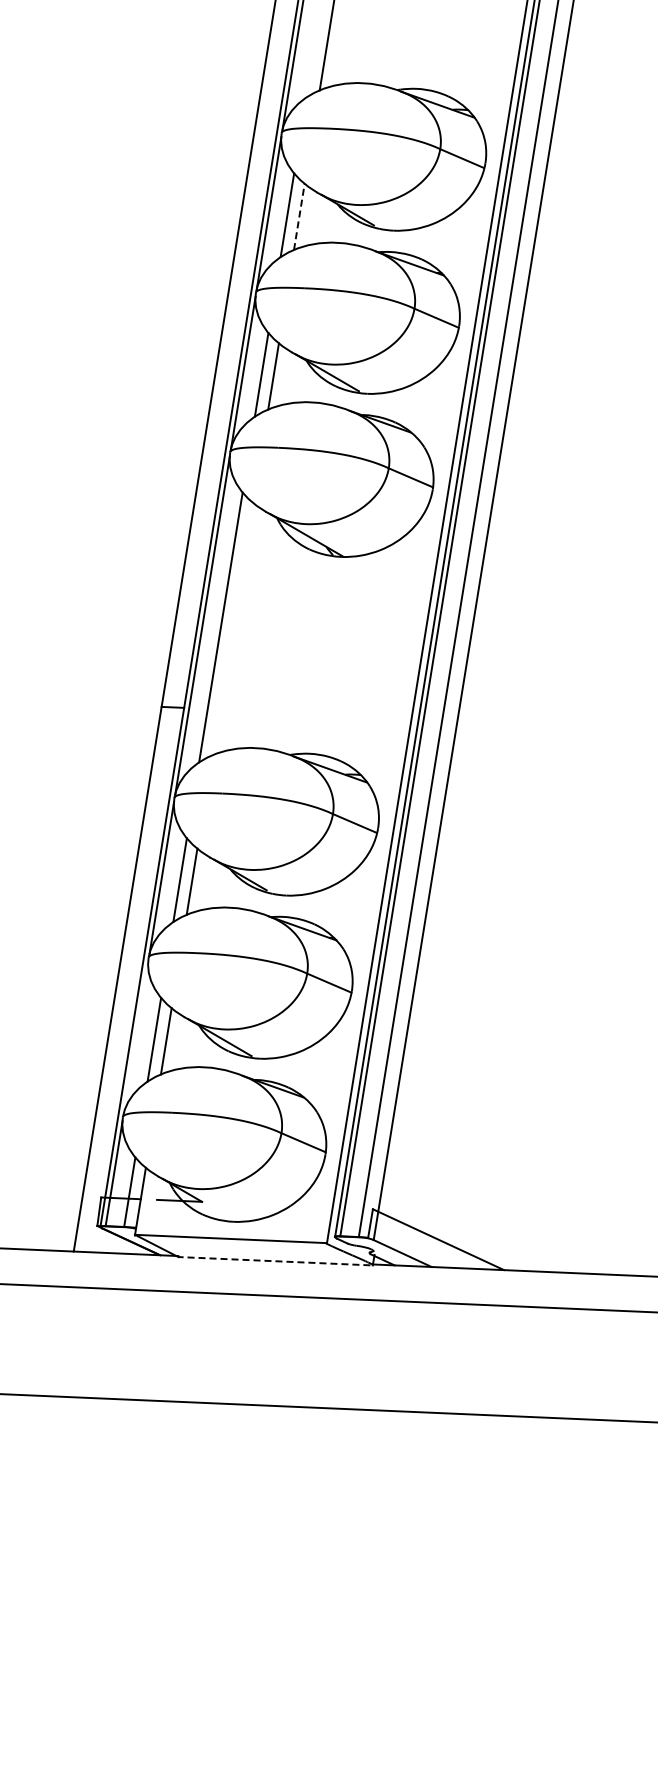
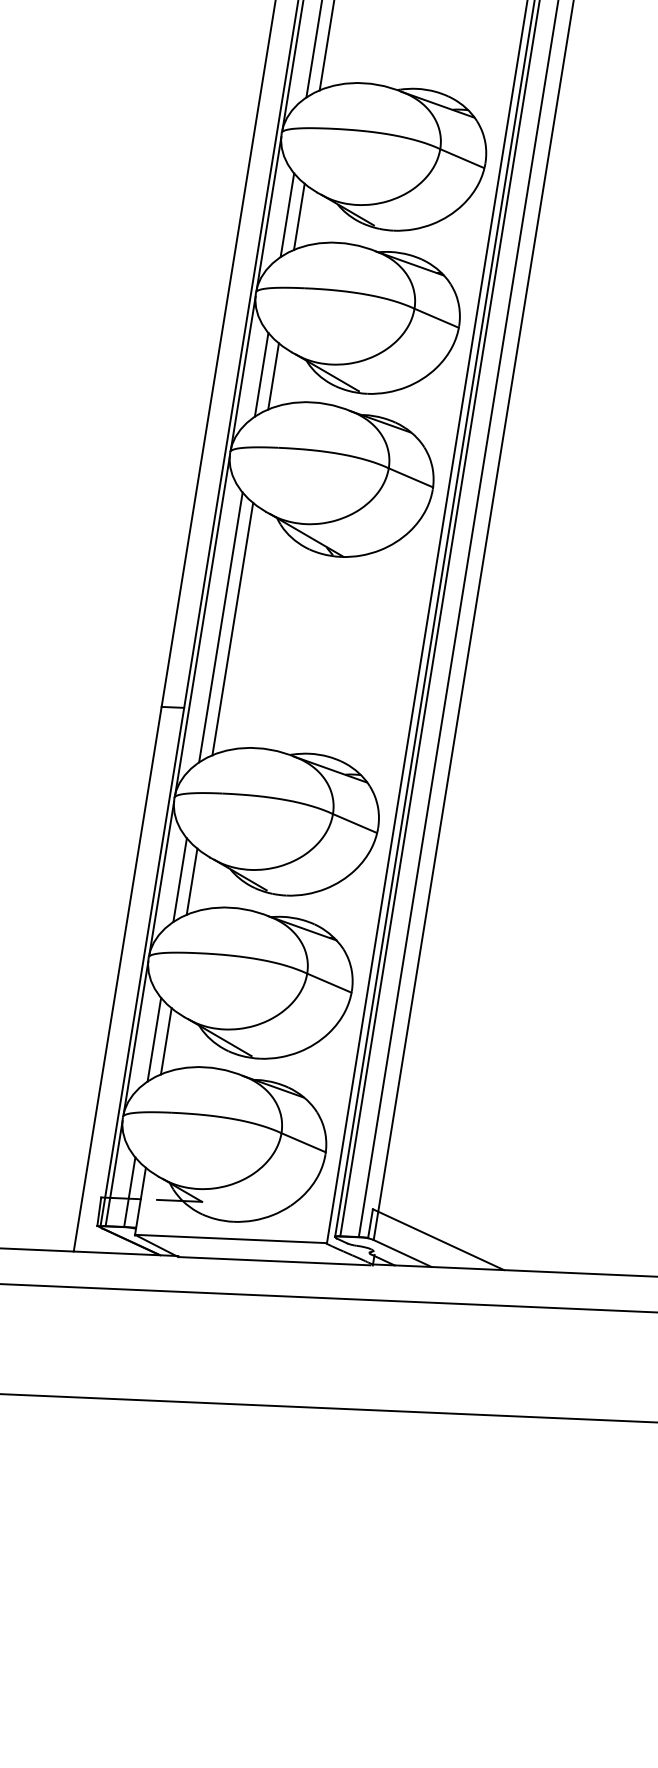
line at (313, 49): none -> present
line at (299, 216): dashed -> solid
line at (232, 628): none -> present
line at (135, 1037): none -> present
line at (273, 1261): dashed -> solid
